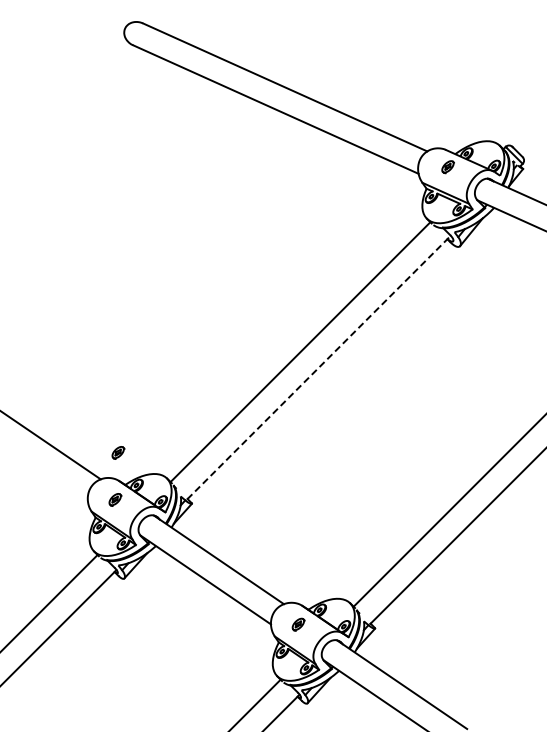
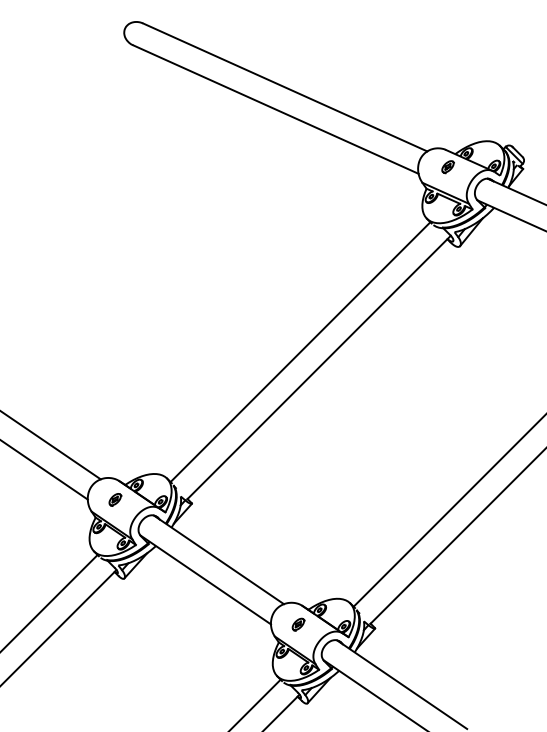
line at (319, 367): dashed -> solid
part at (118, 452): present -> none
line at (44, 470): none -> present
